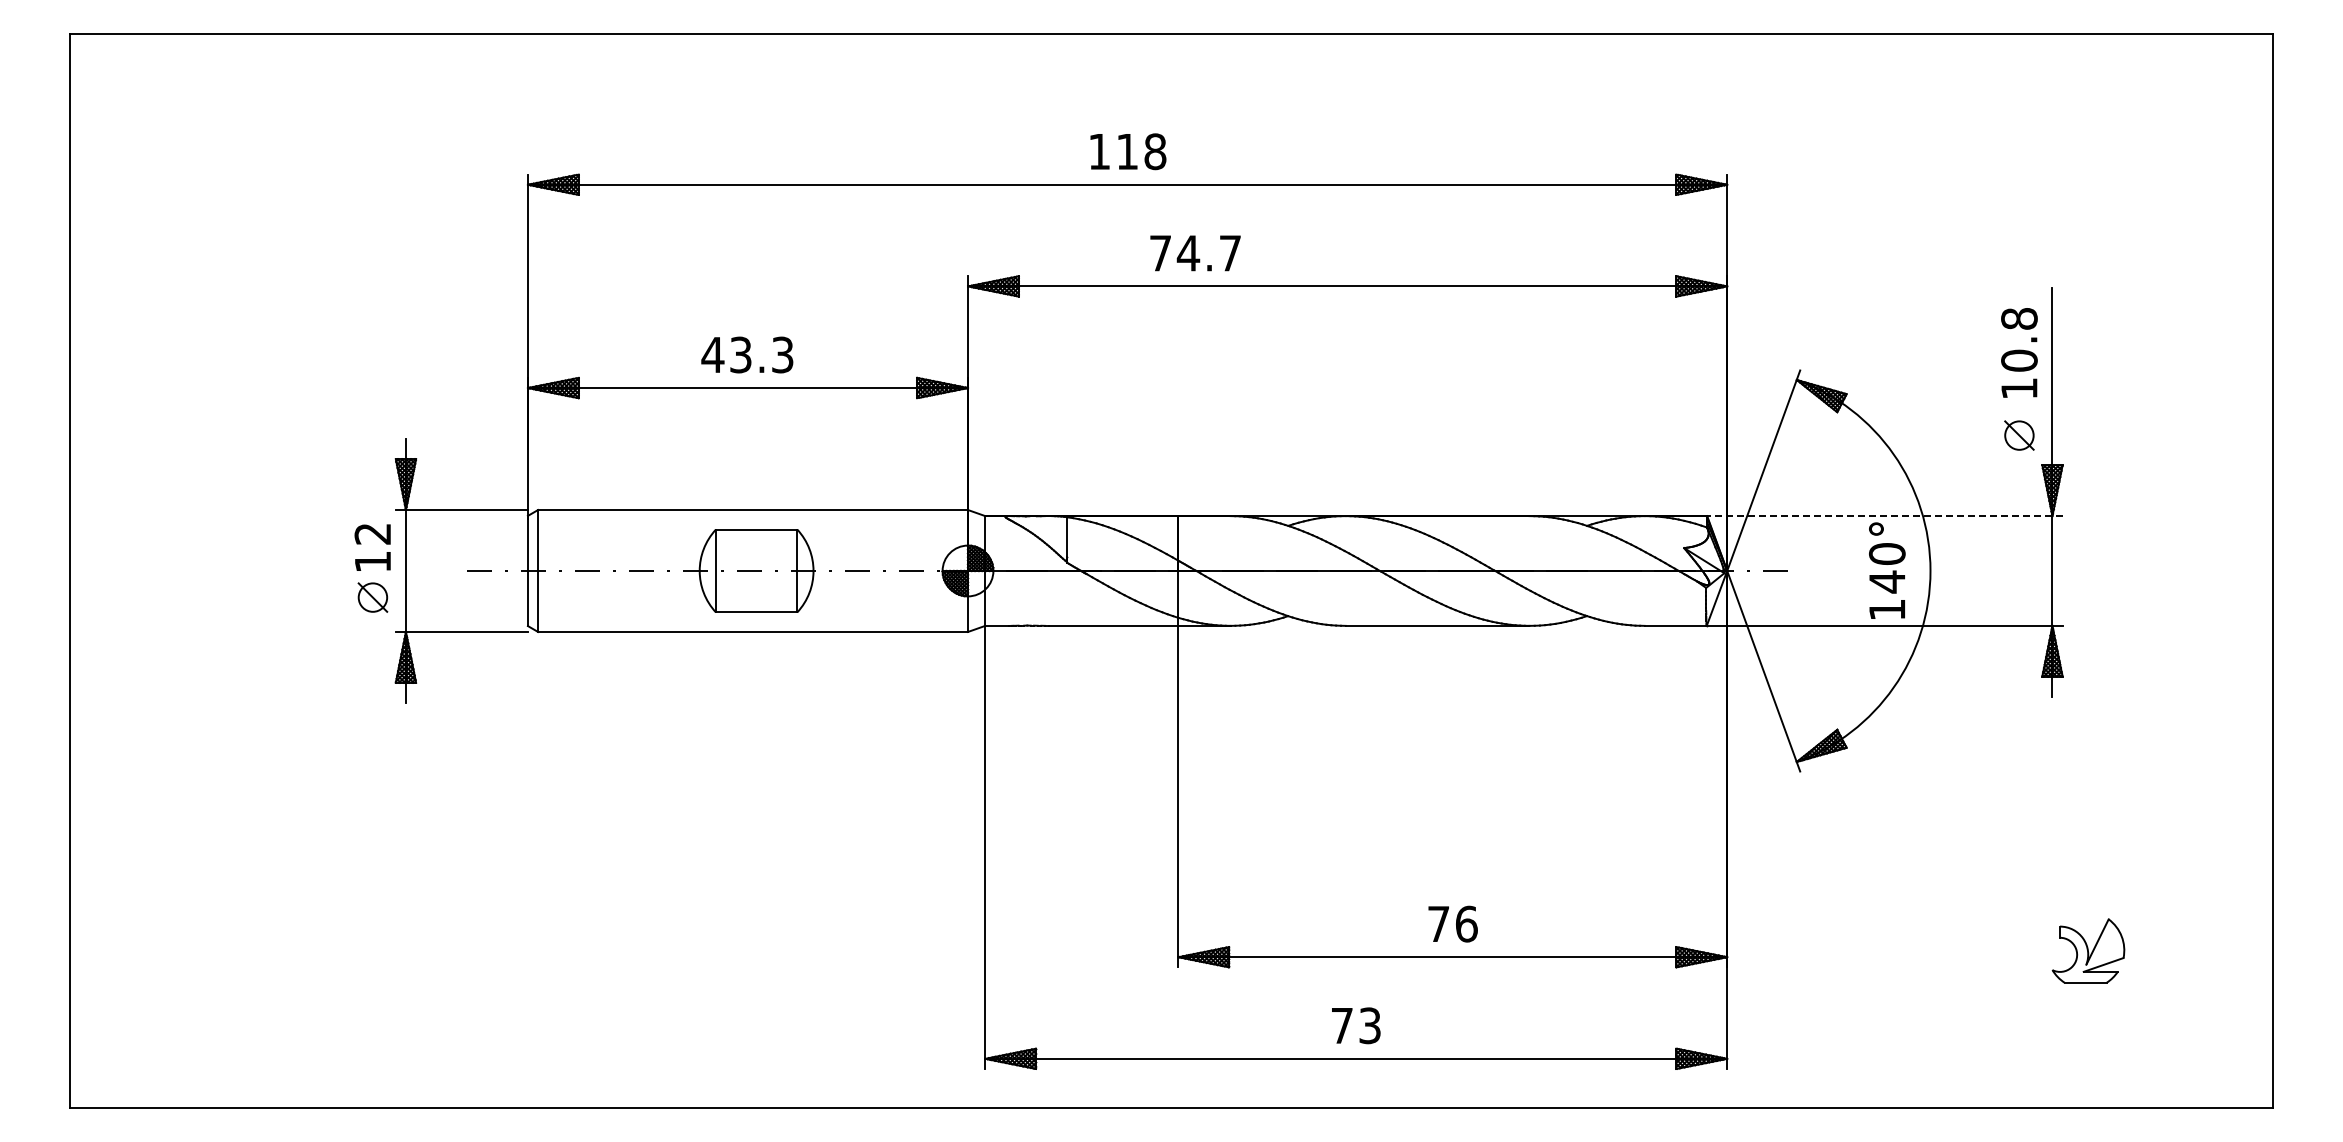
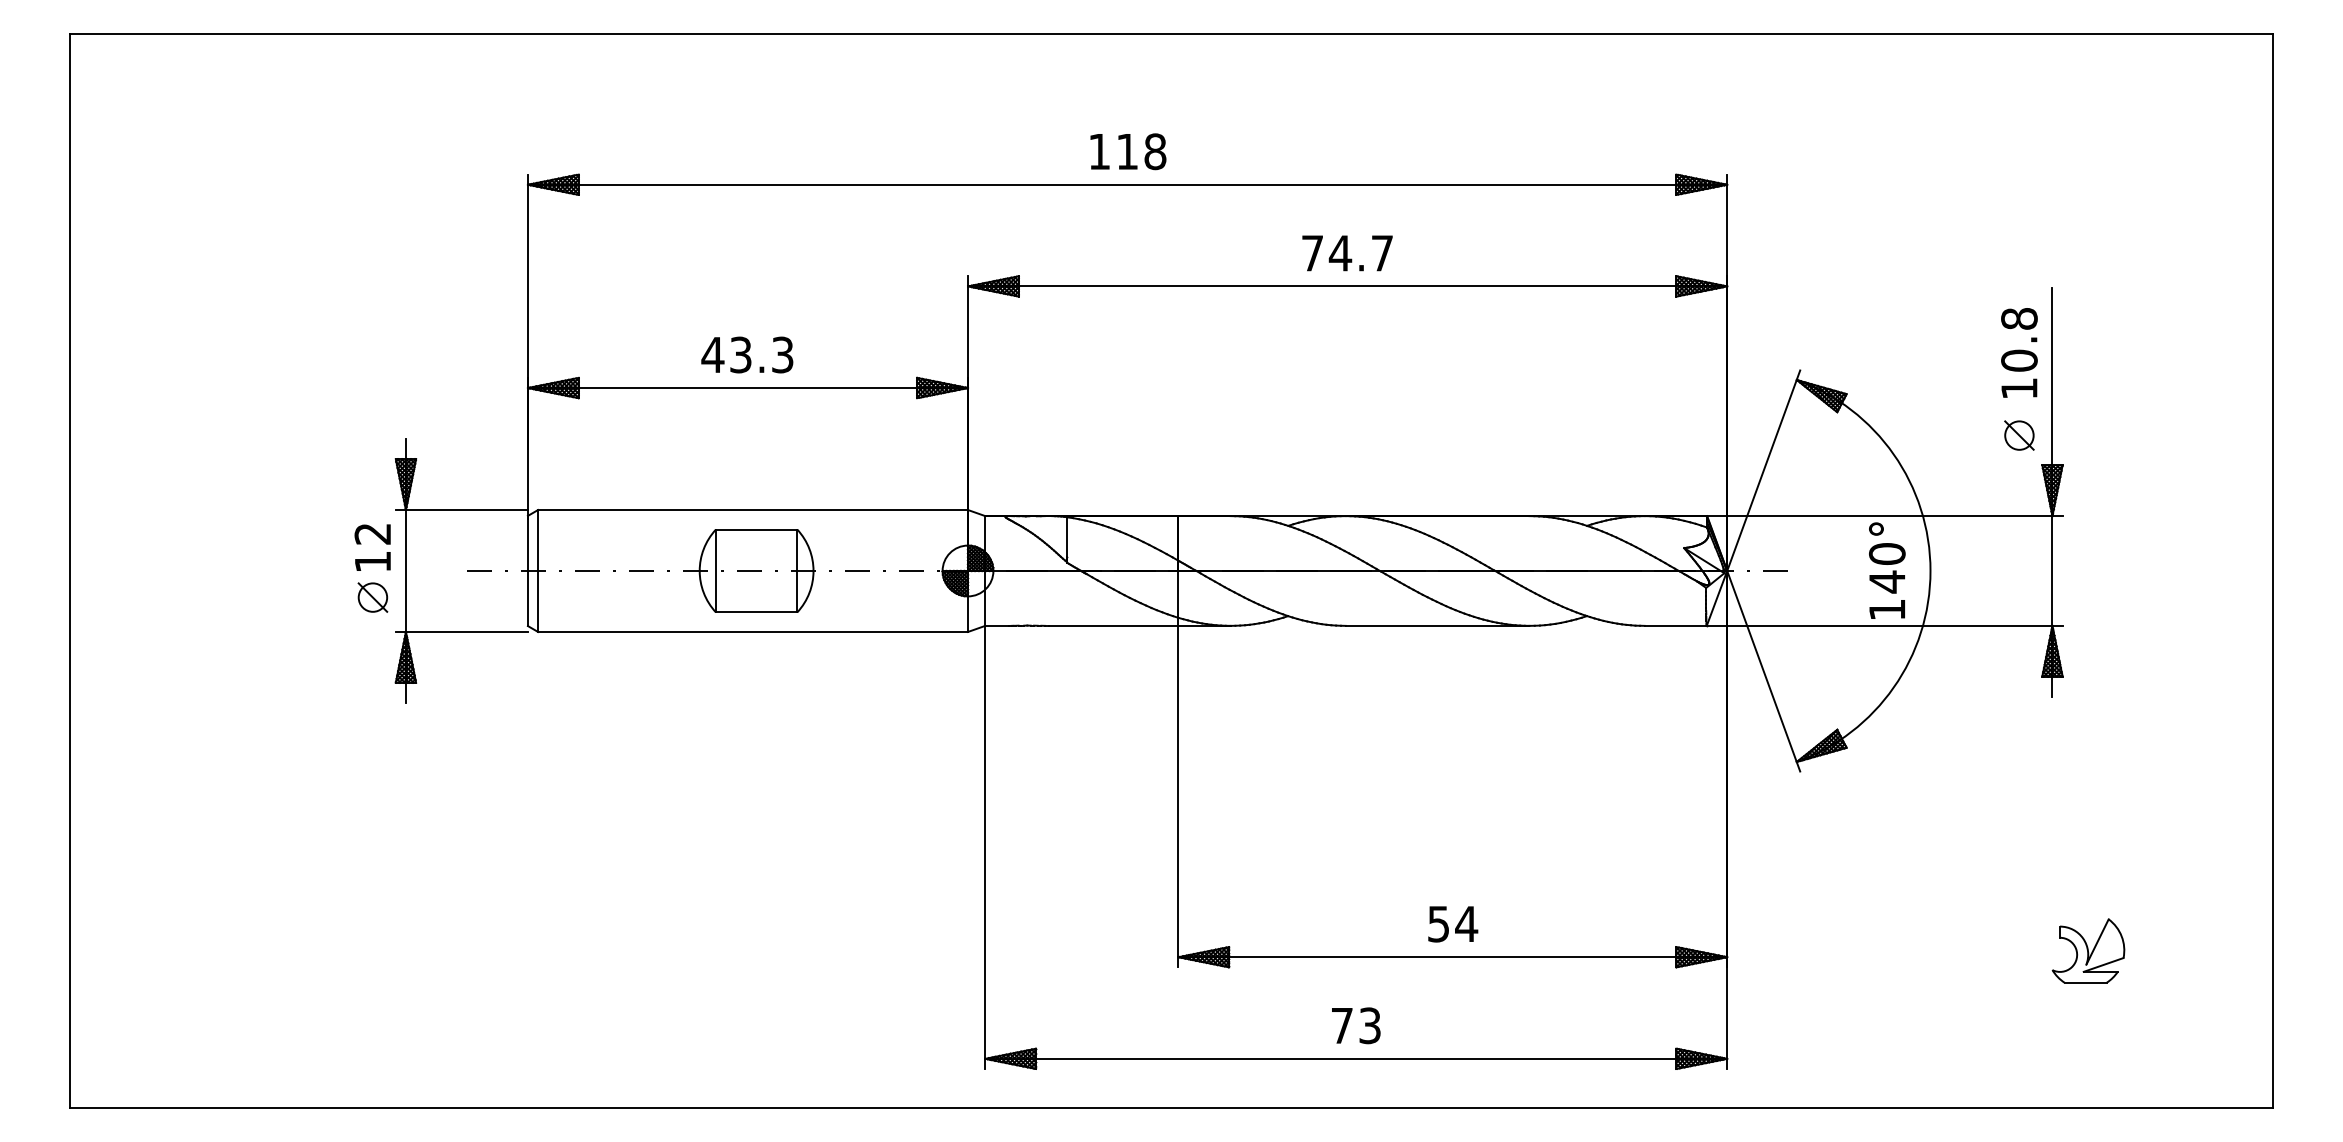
text at (1195, 253) position: (1195, 253) -> (1347, 253)
line at (1884, 516): dashed -> solid
text at (1453, 923): 76 -> 54
